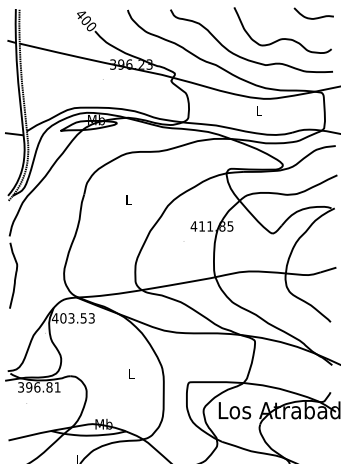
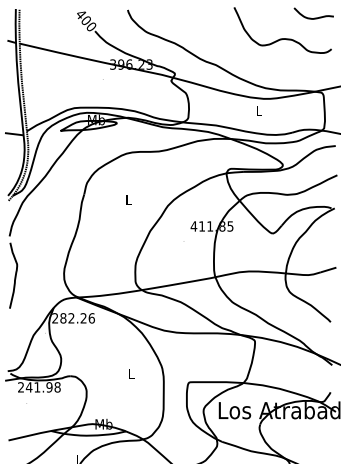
curve at (244, 57): present -> none
text at (72, 318): 403.53 -> 282.26
text at (39, 387): 396.81 -> 241.98
